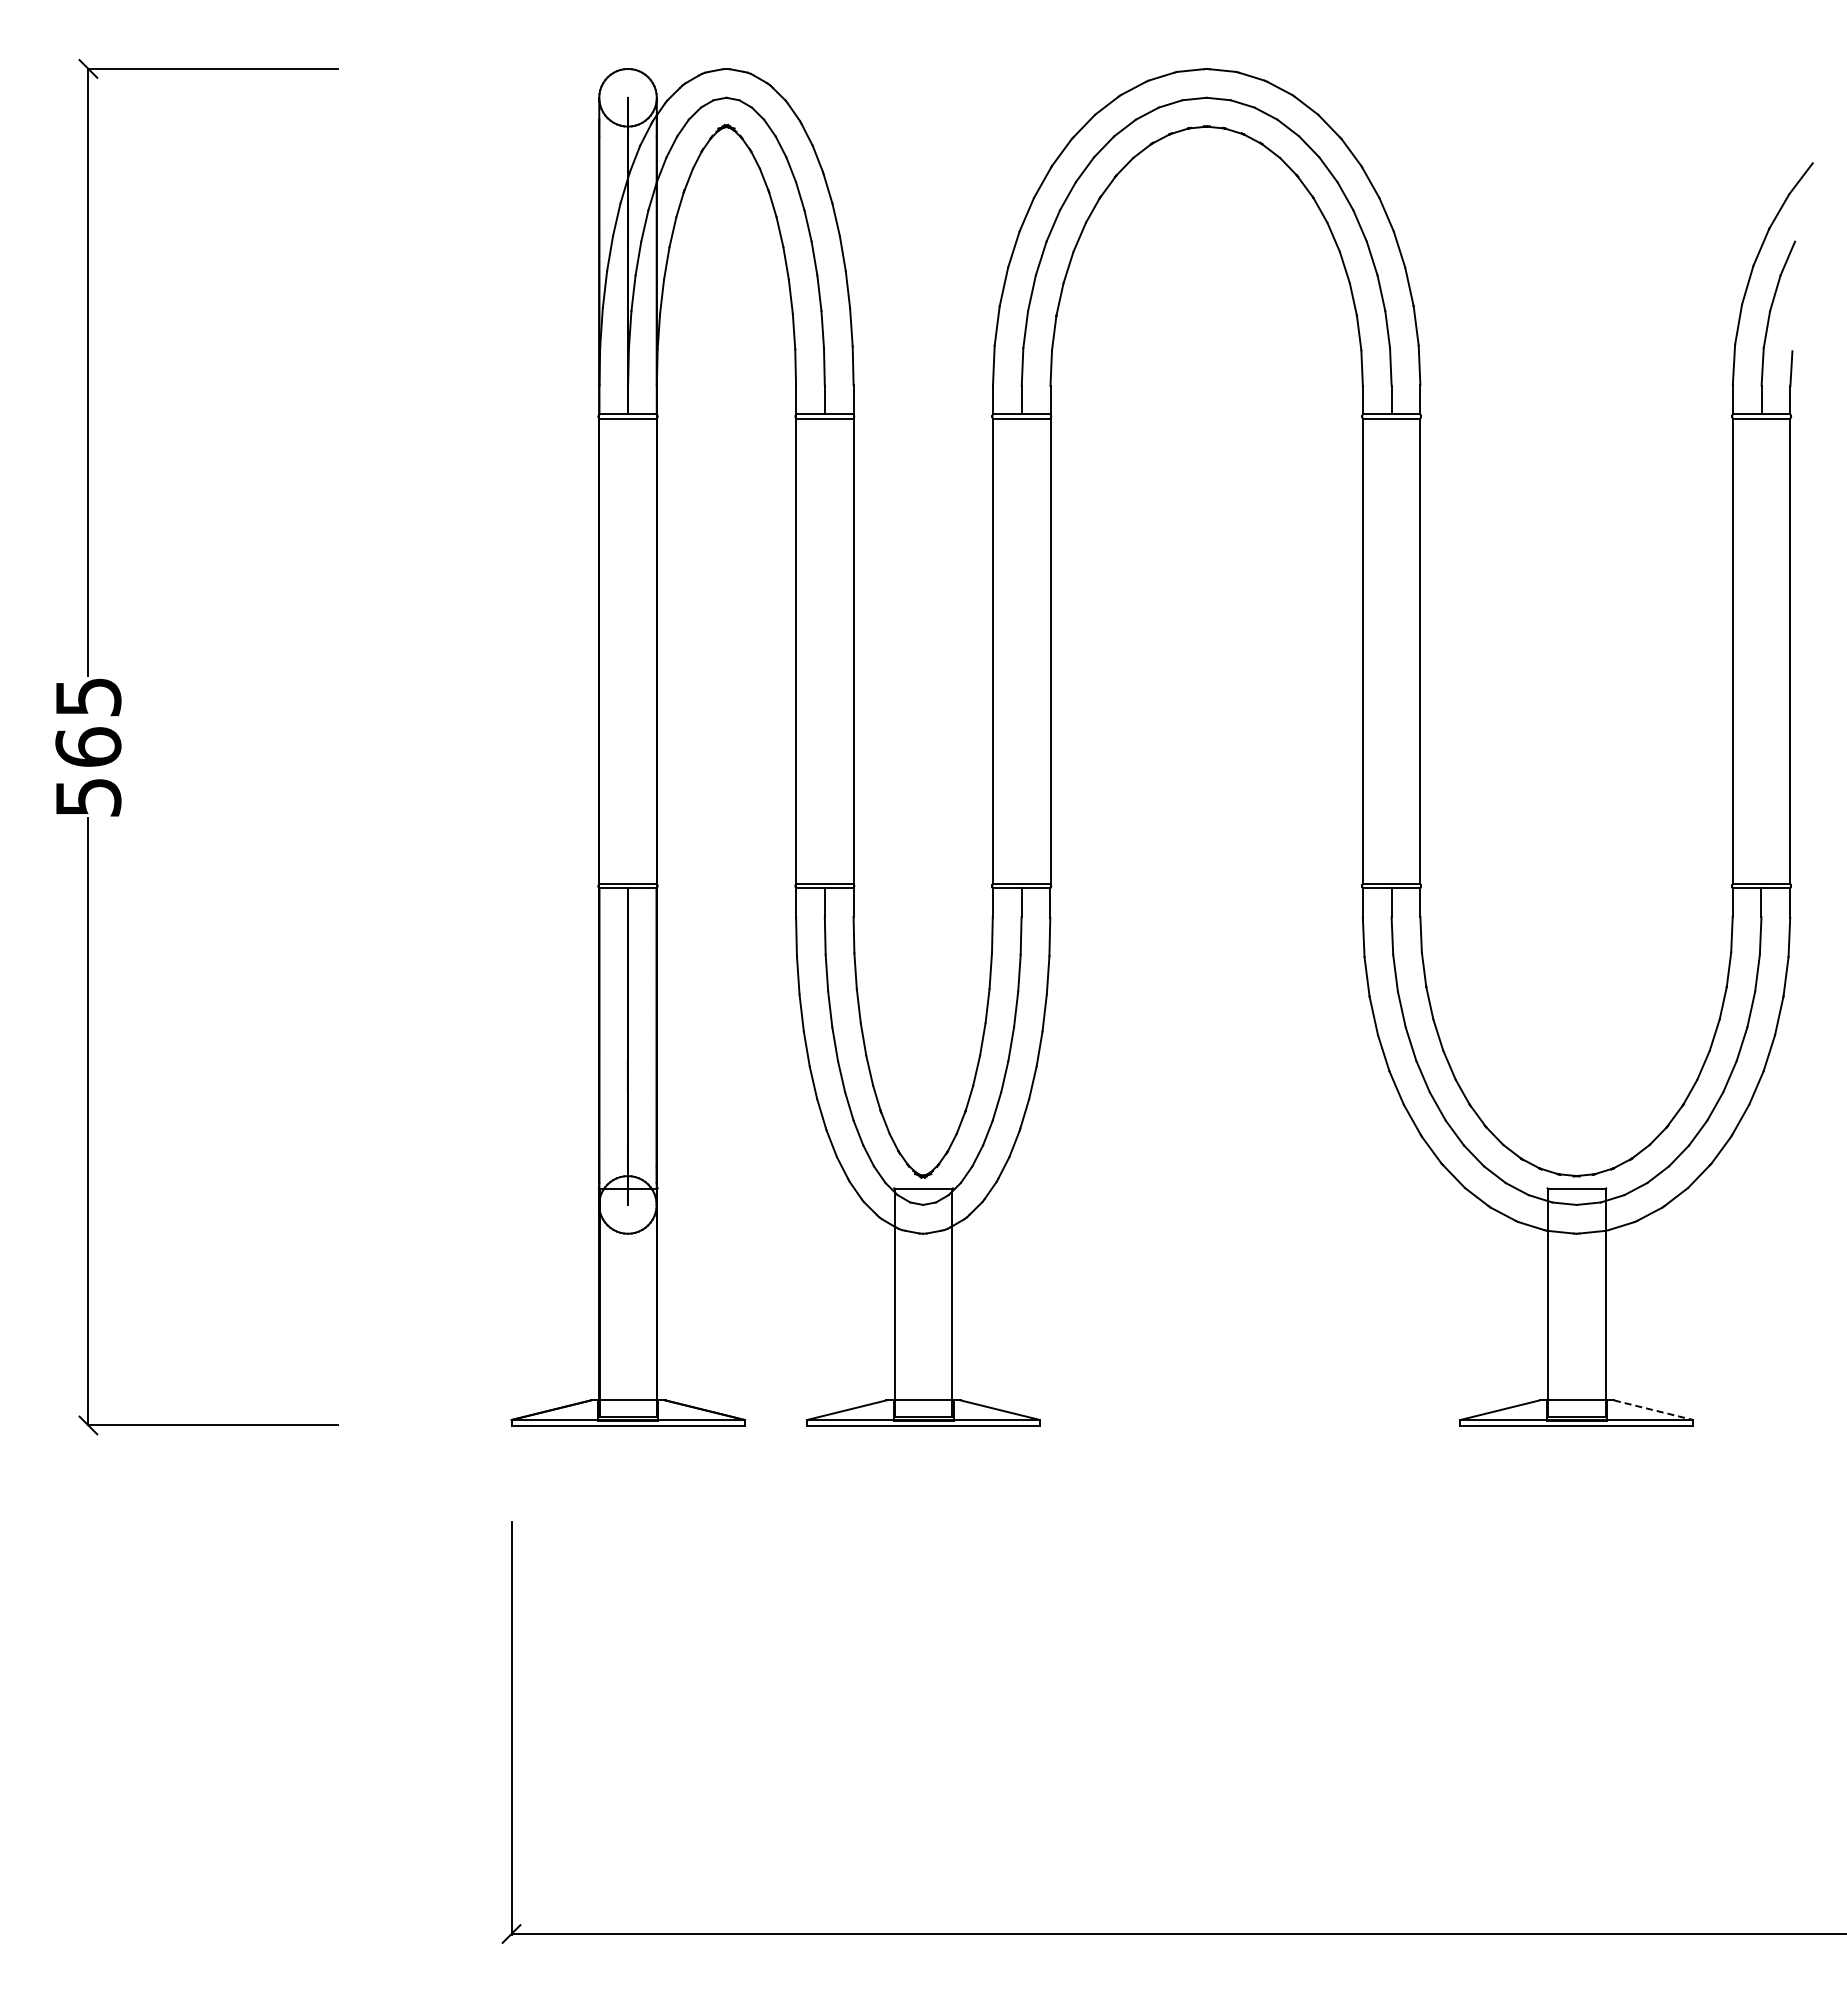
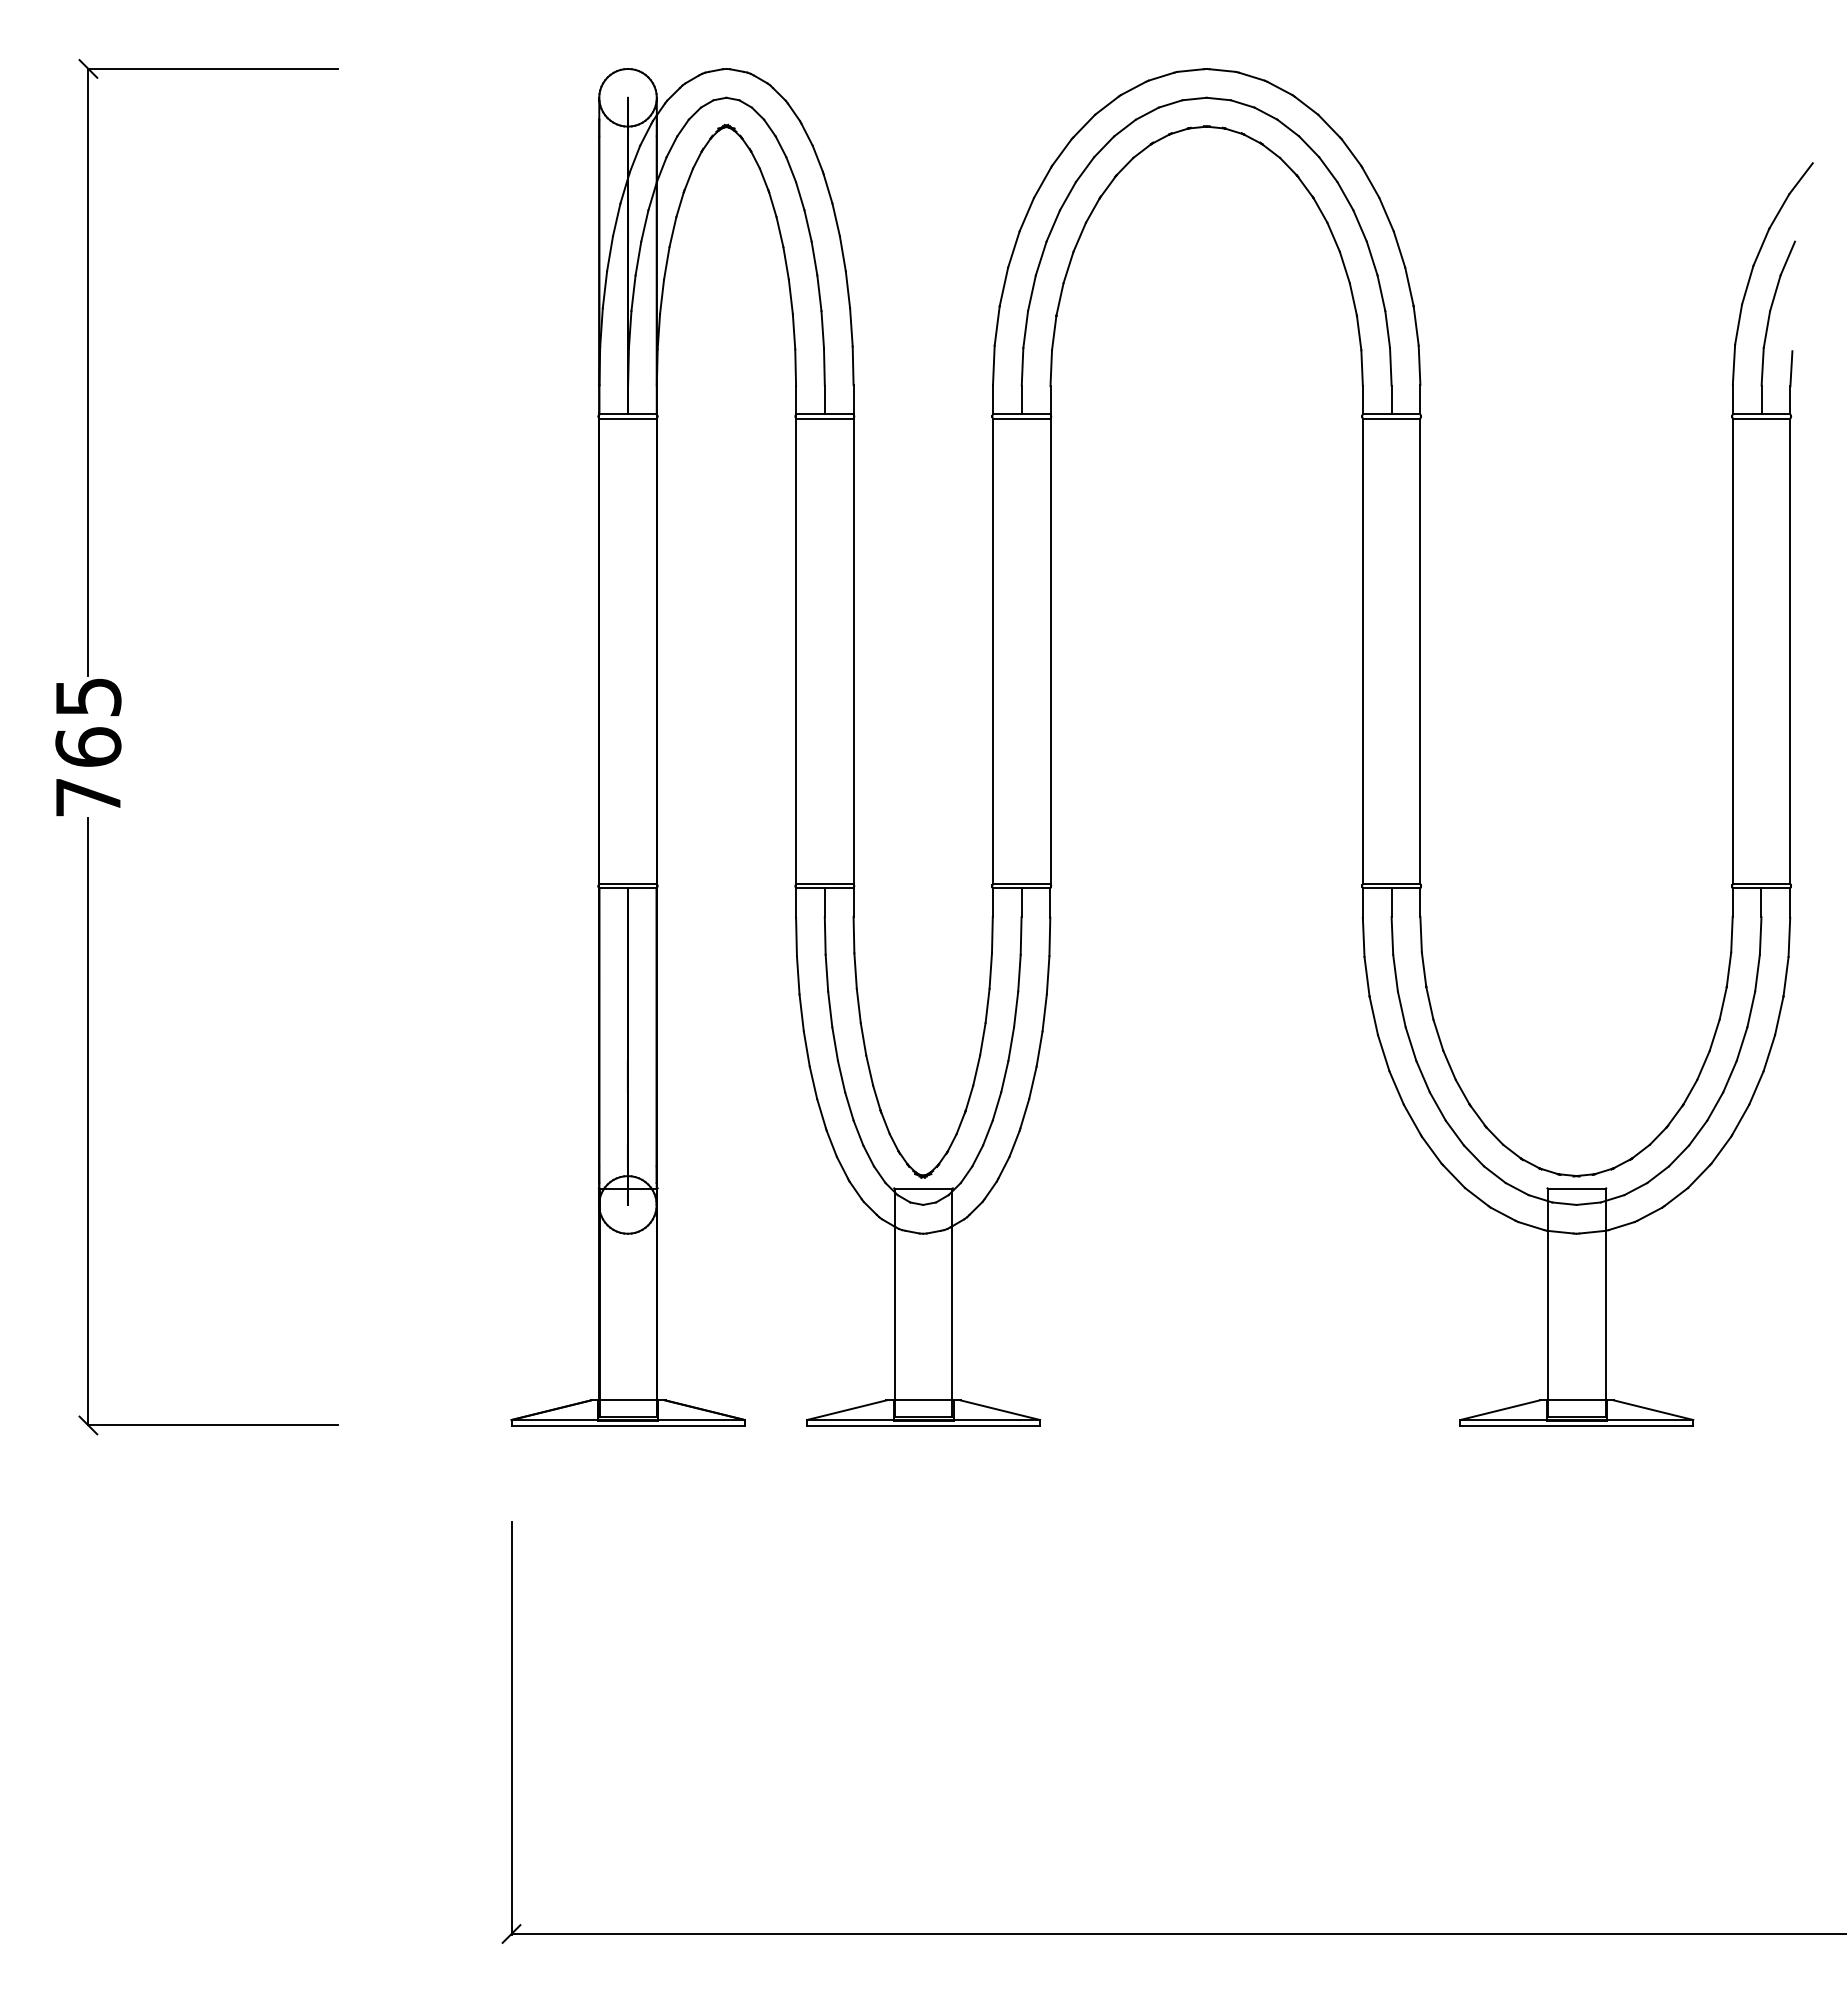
text at (88, 797): 565 -> 765
line at (1653, 1410): dashed -> solid
